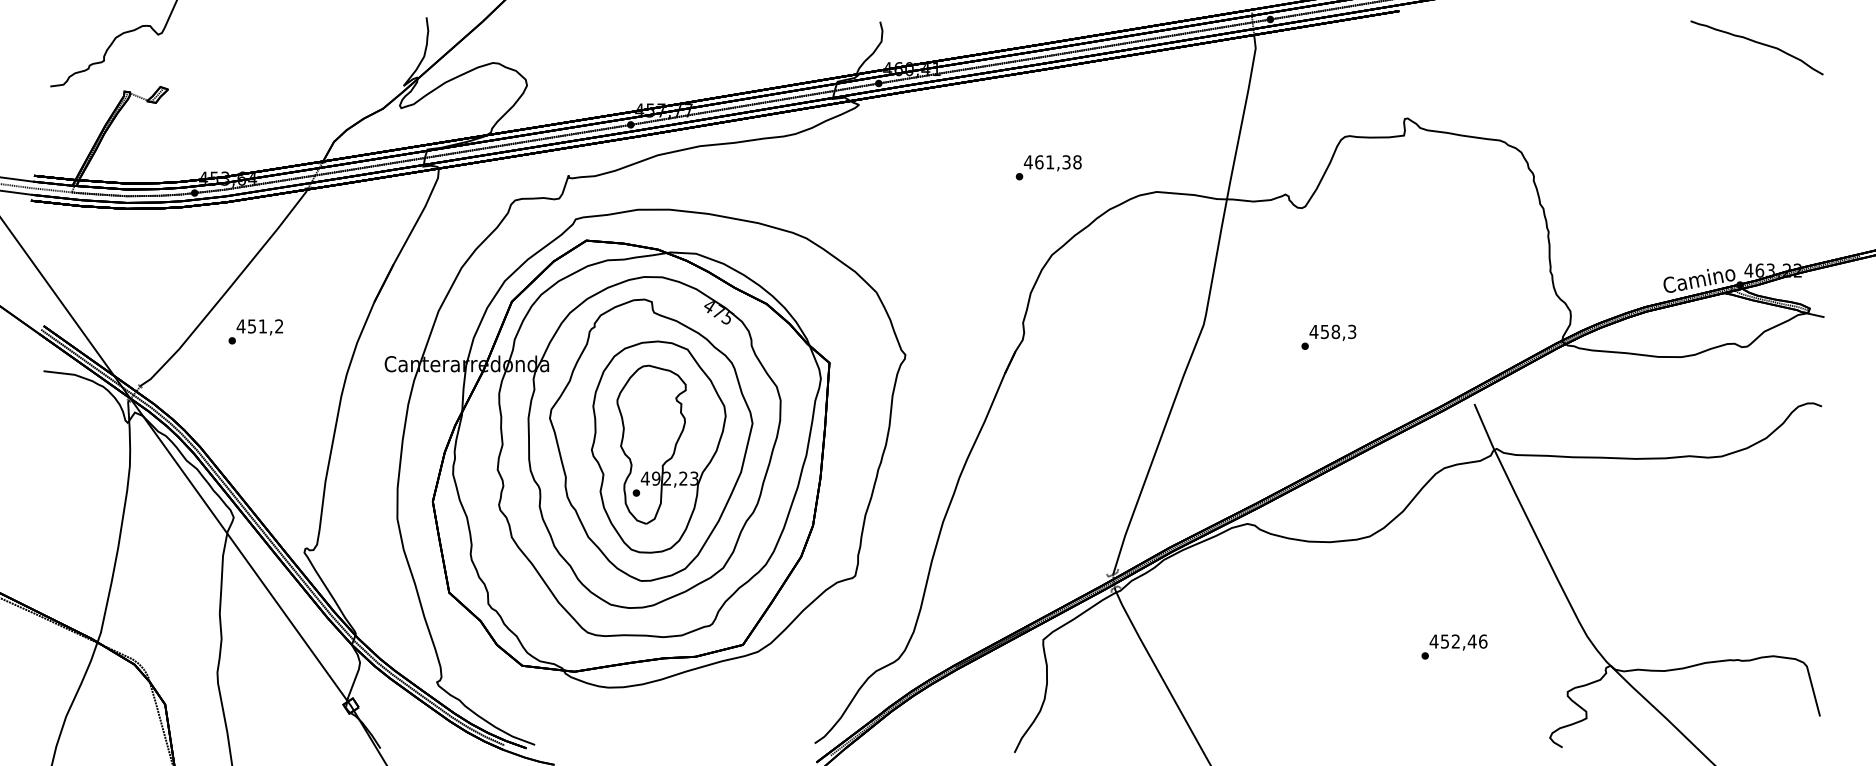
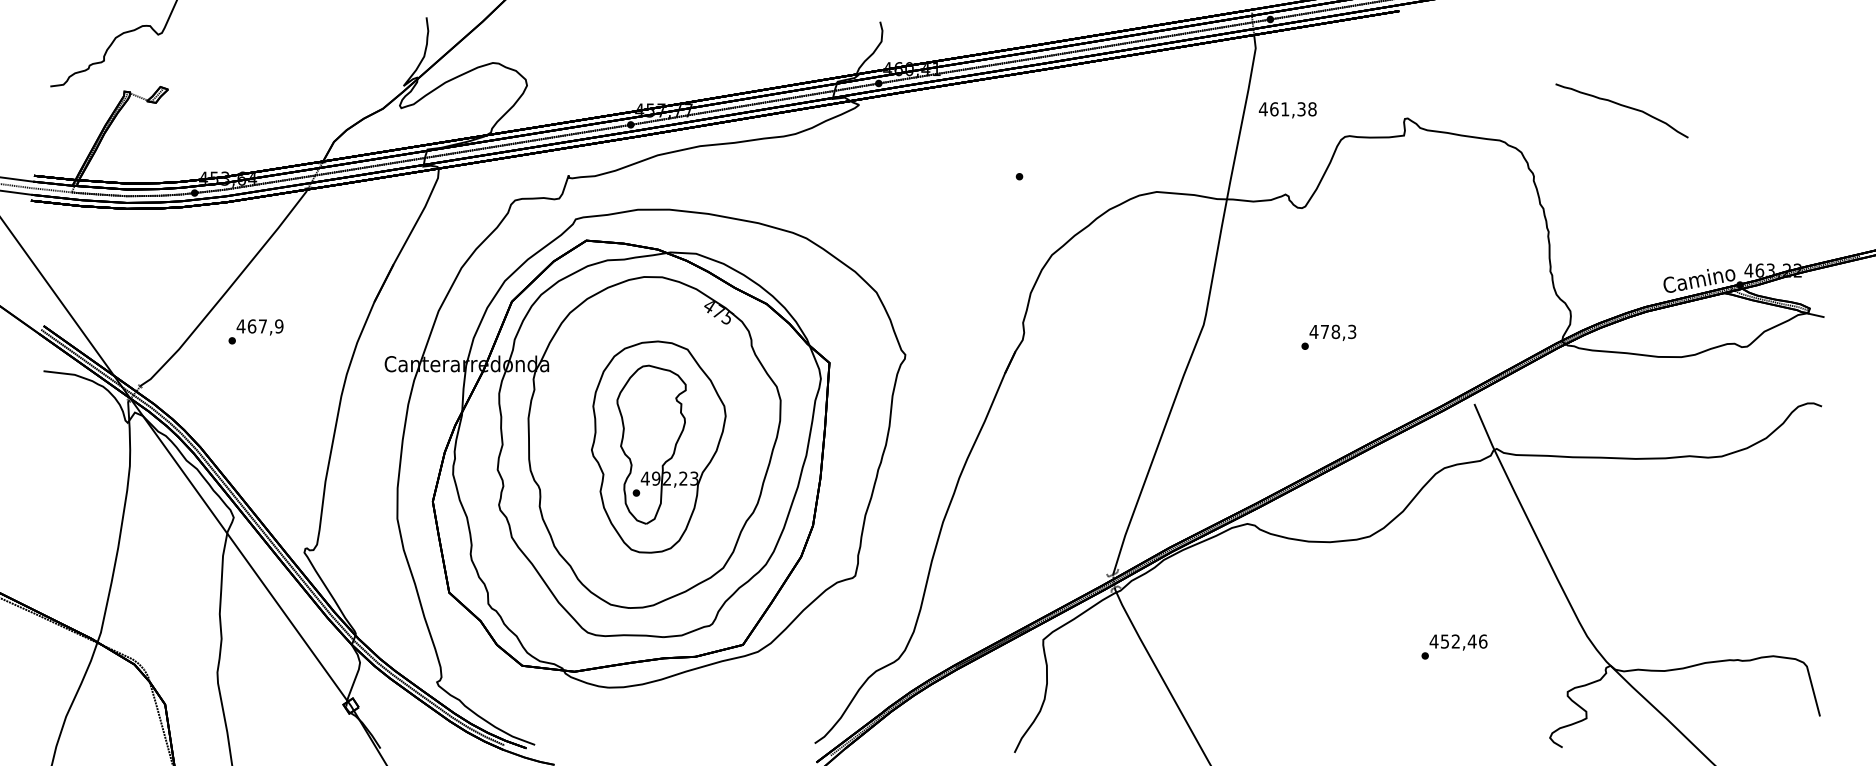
curve at (1756, 43) position: (1756, 43) -> (1621, 106)
text at (1052, 163) position: (1052, 163) -> (1287, 110)
text at (265, 326): 451,2 -> 467,9
text at (1324, 332): 458,3 -> 478,3
part at (651, 439): present -> none
